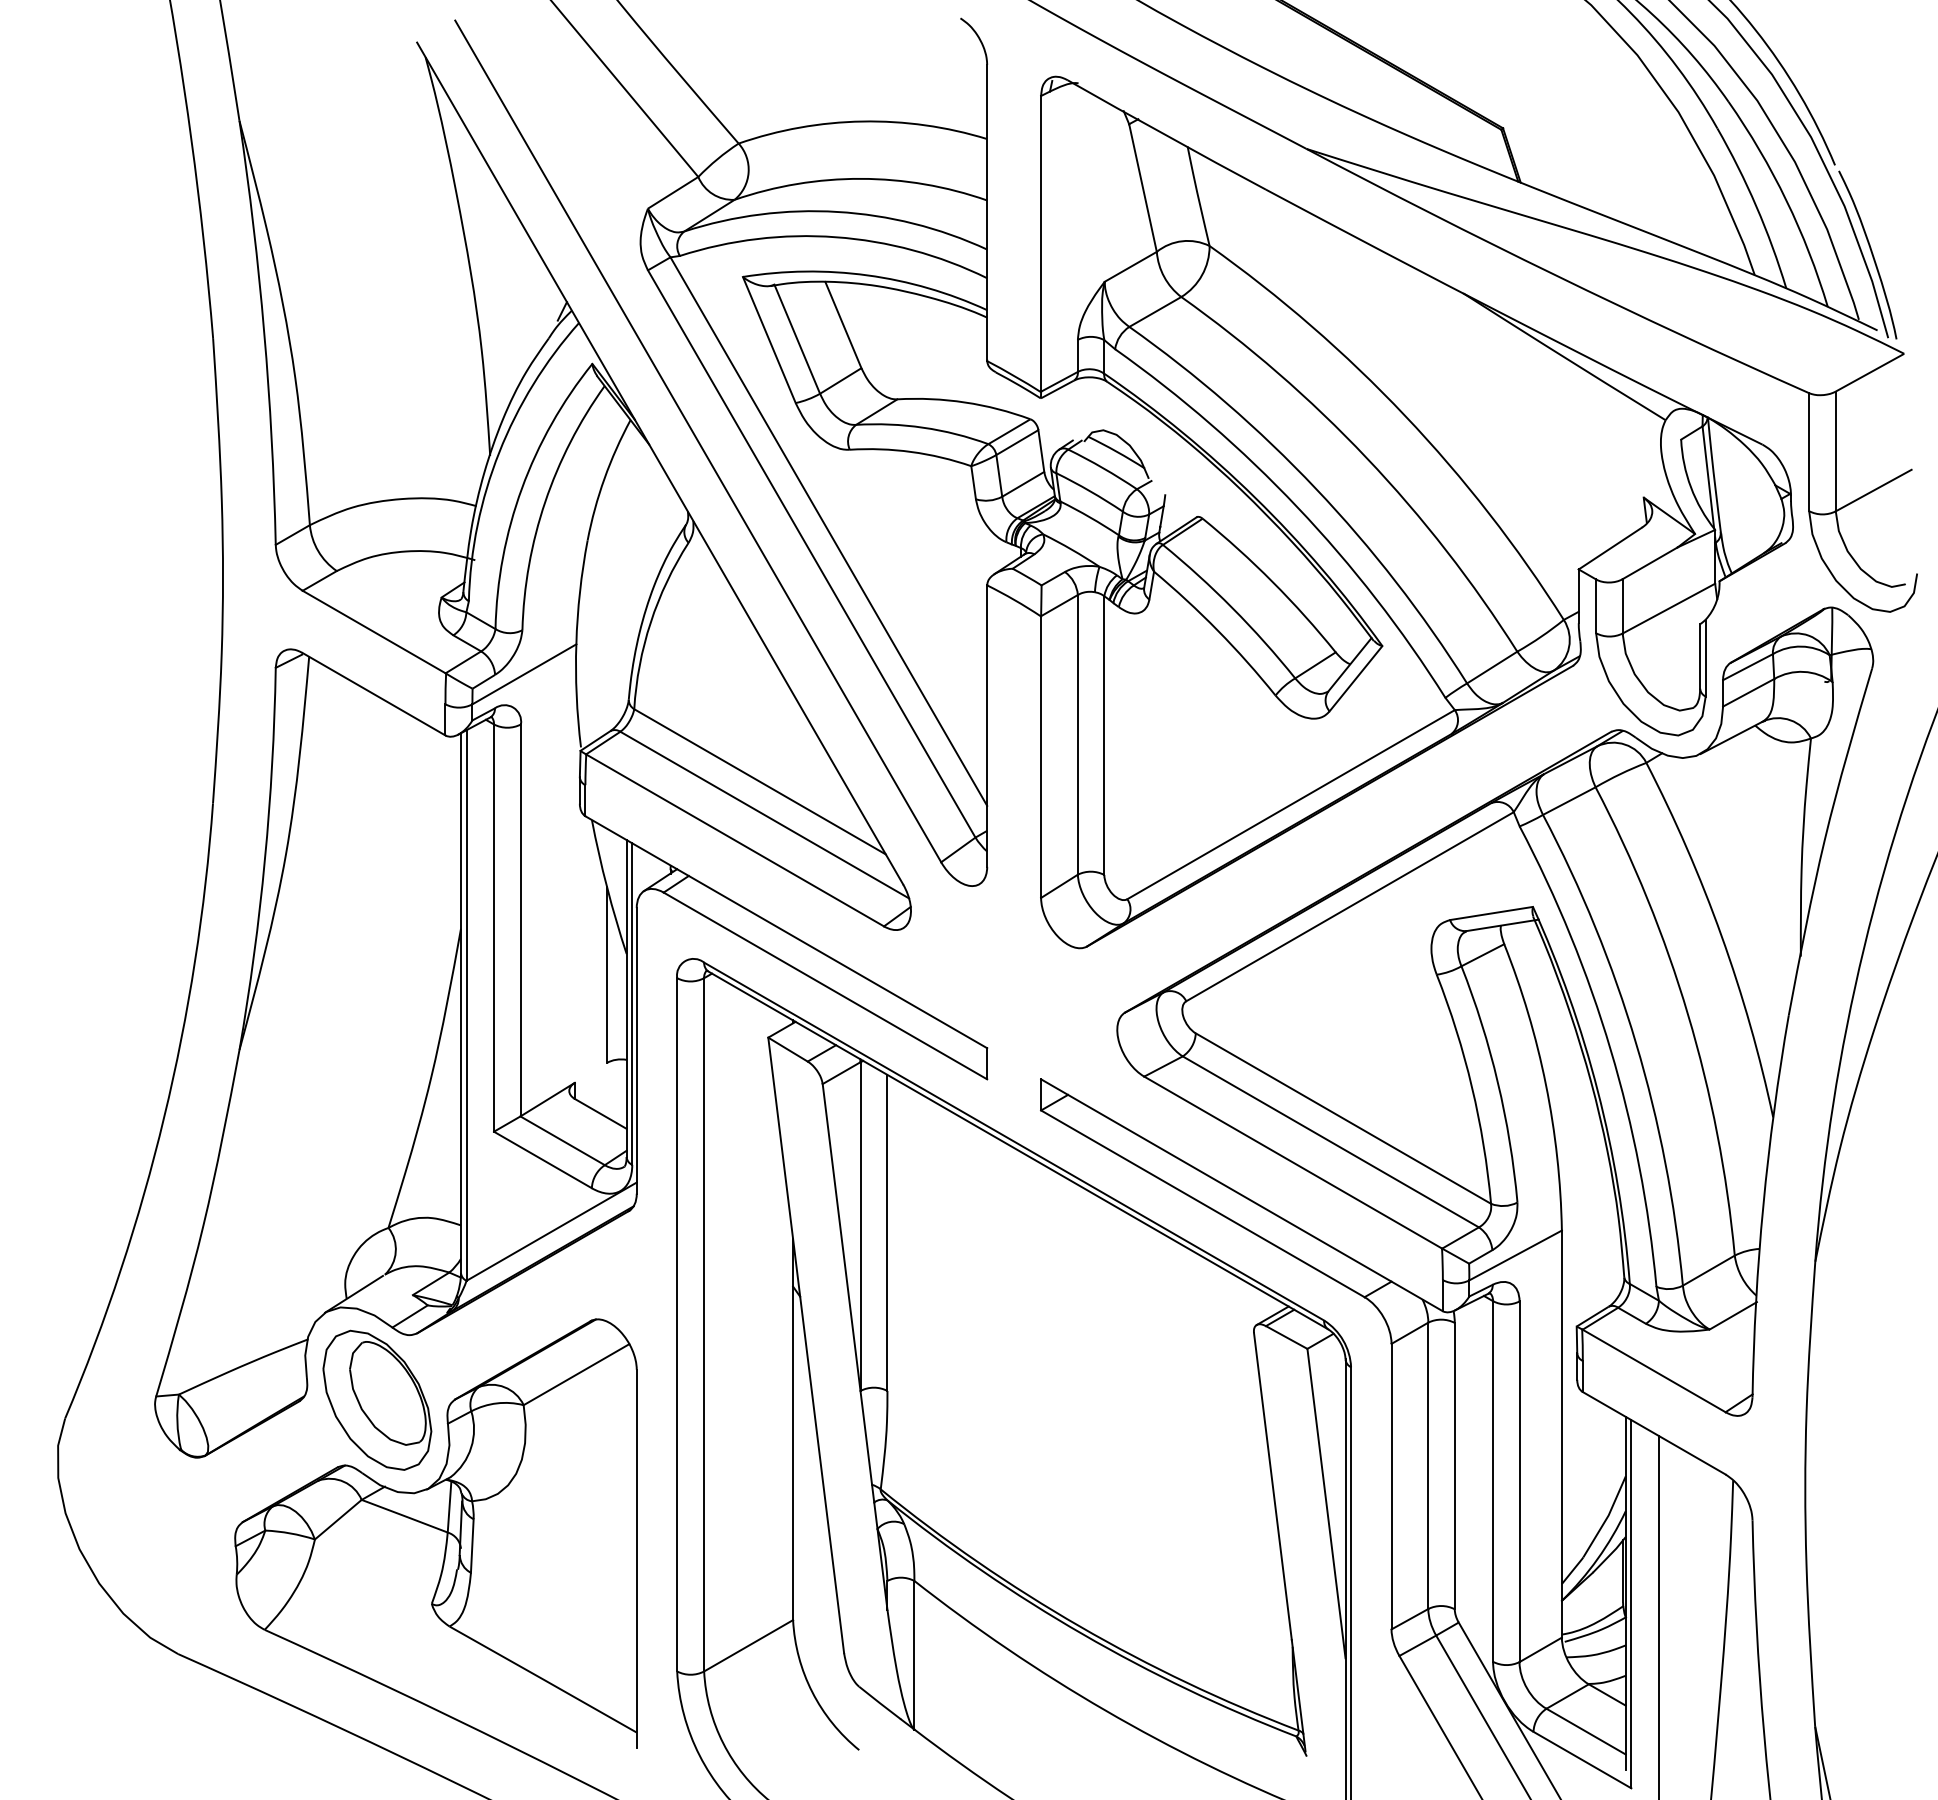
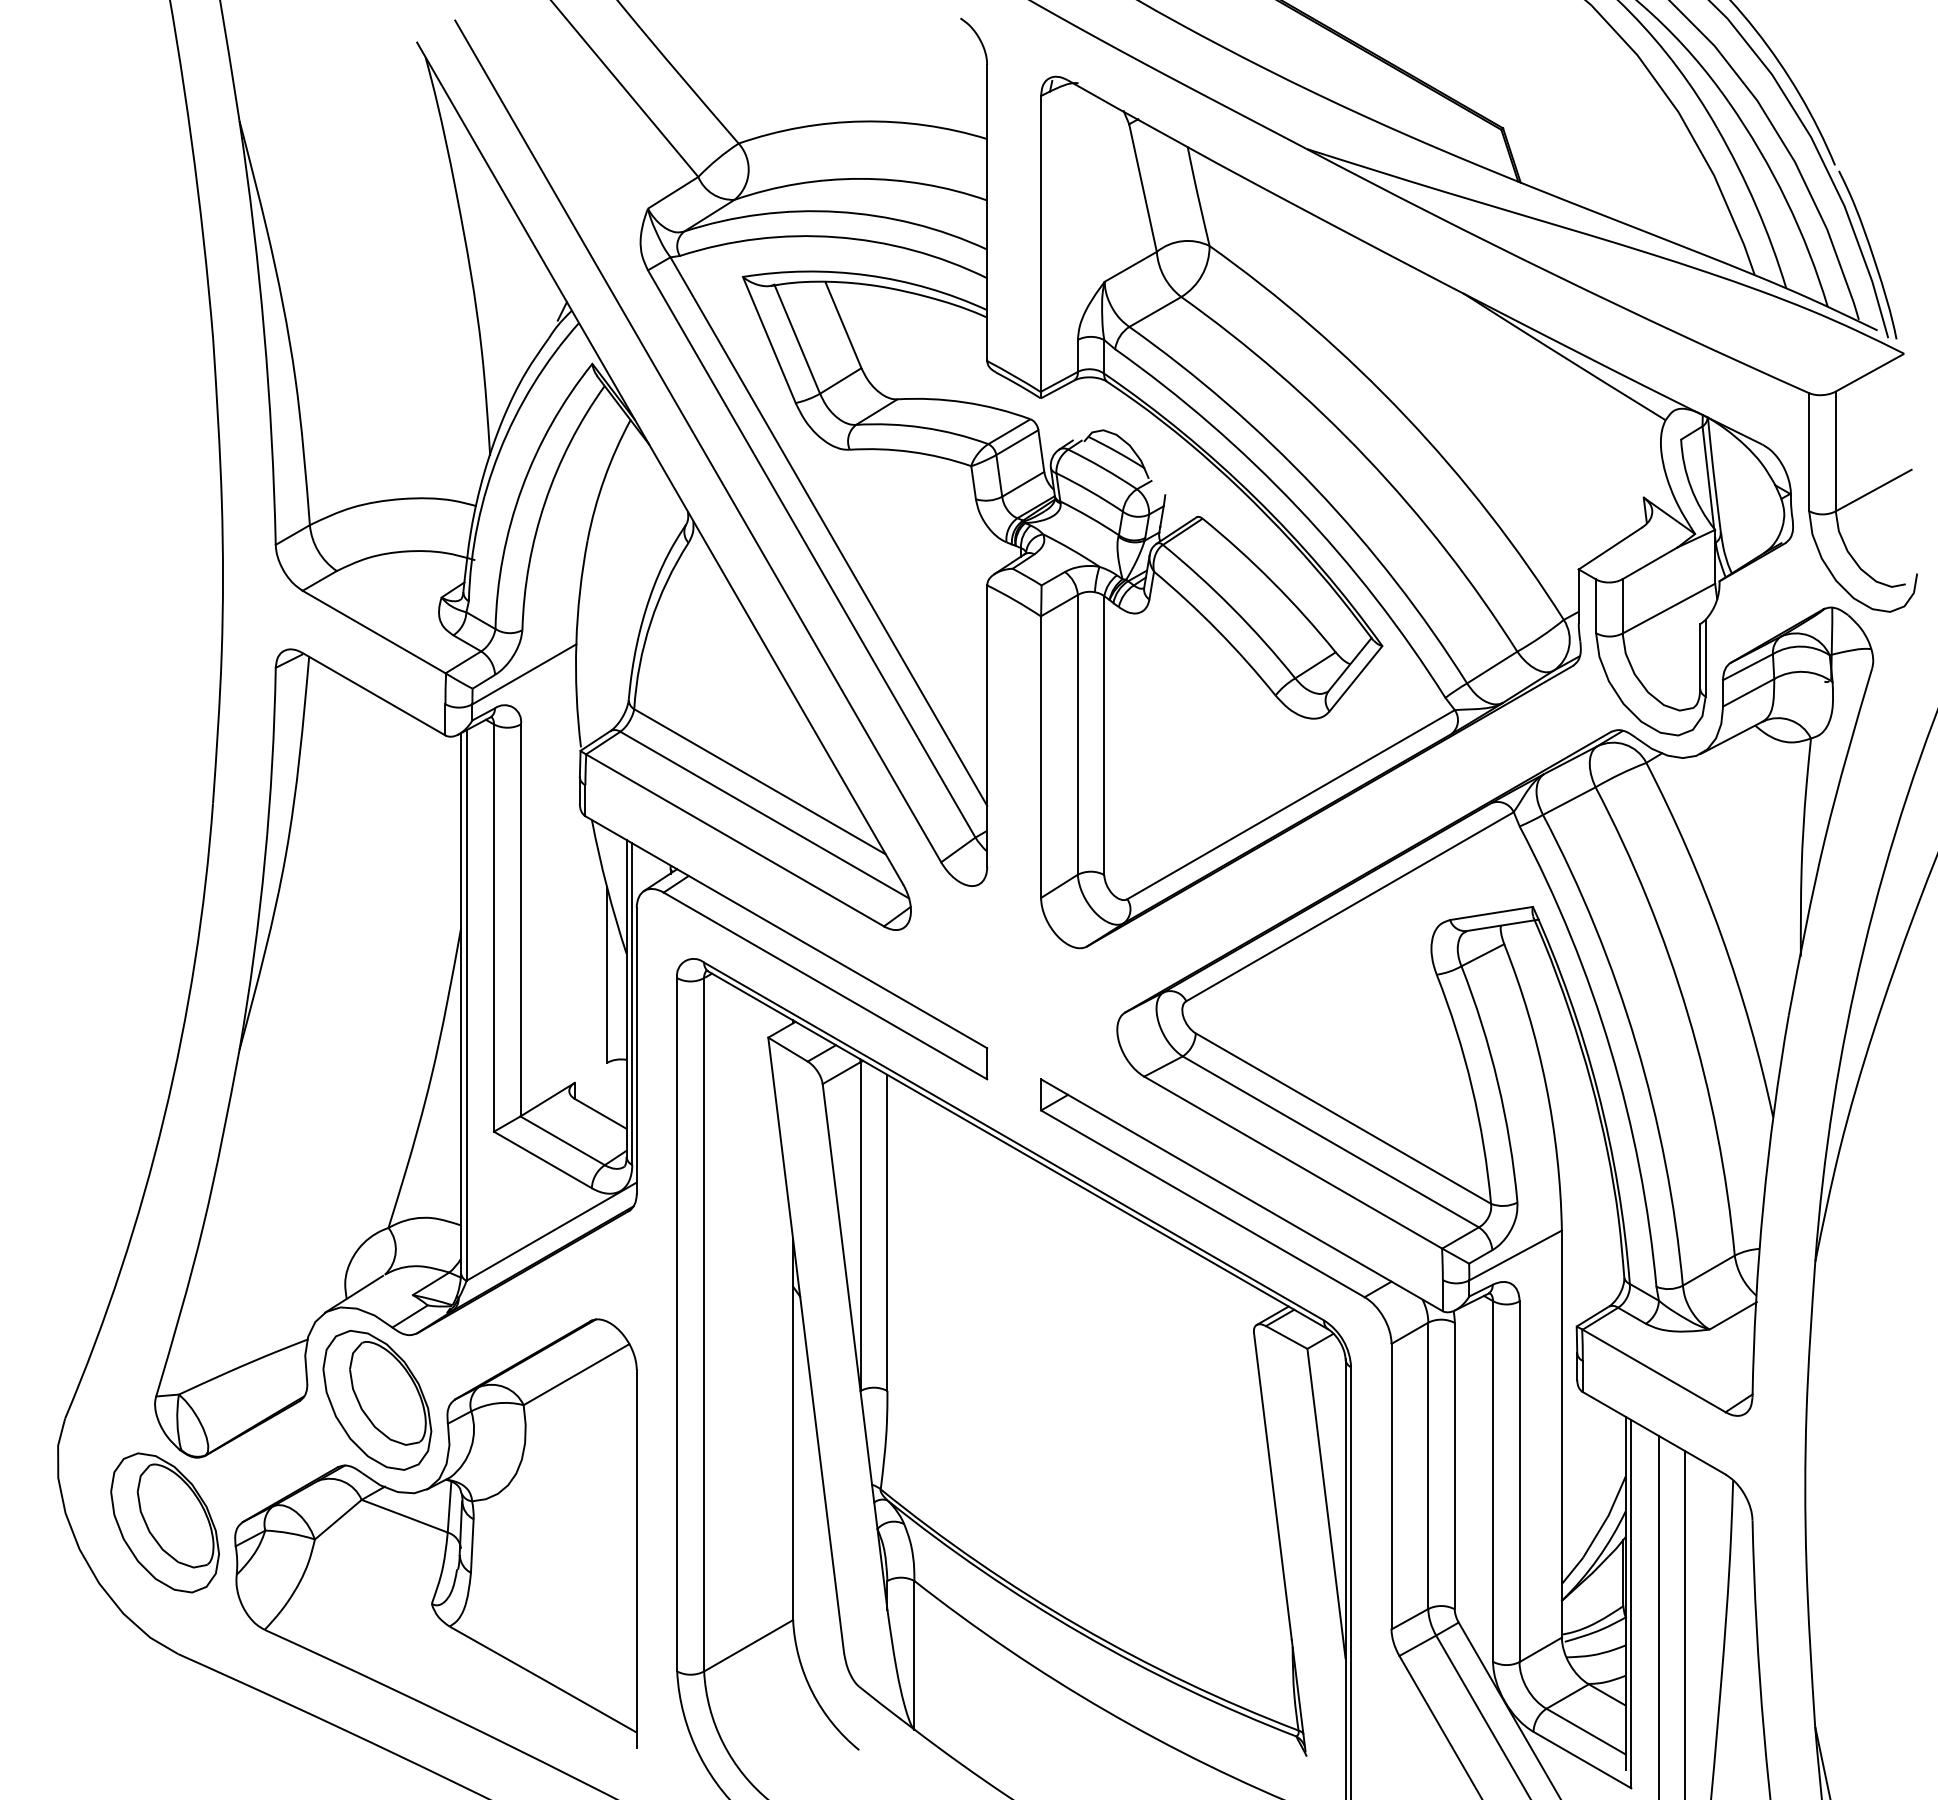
part at (164, 1522): none -> present
line at (1685, 1623): none -> present
